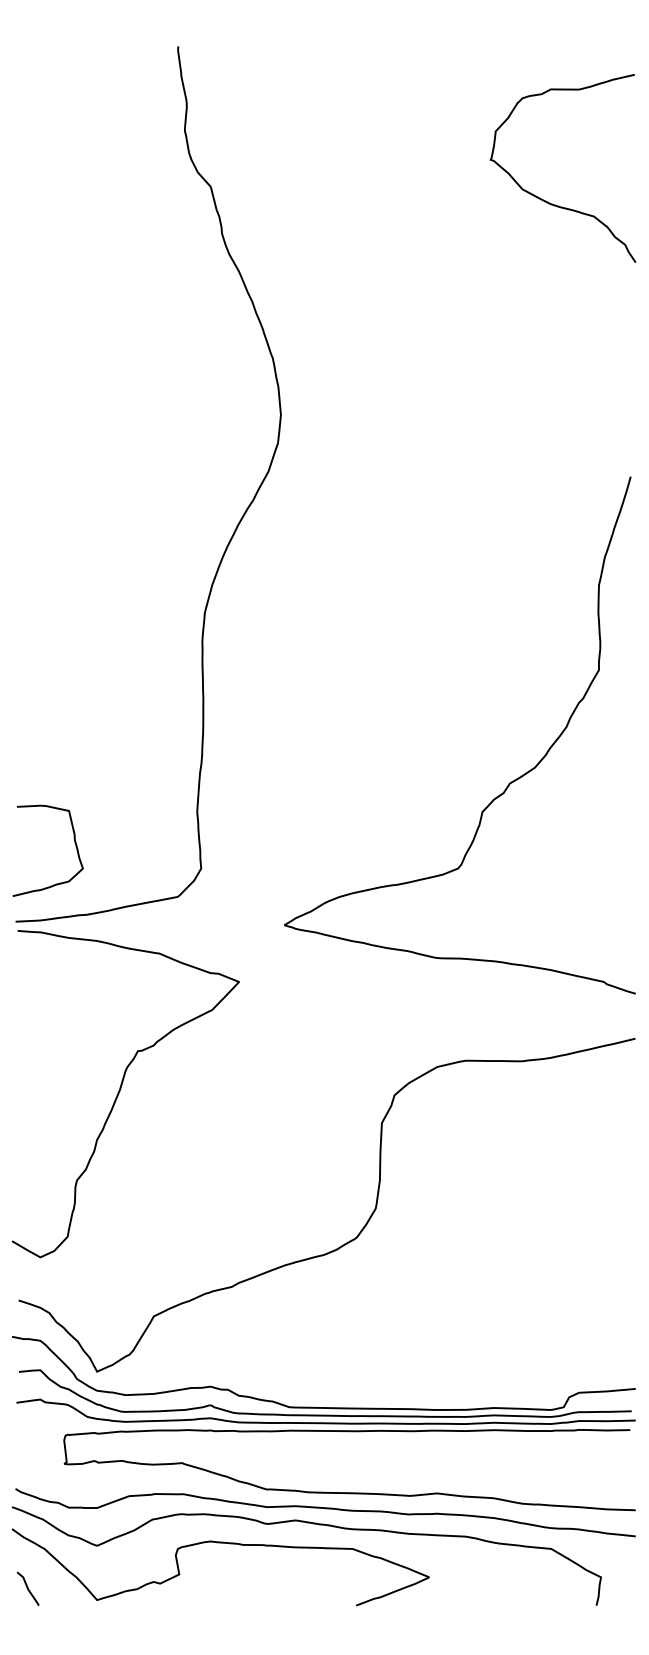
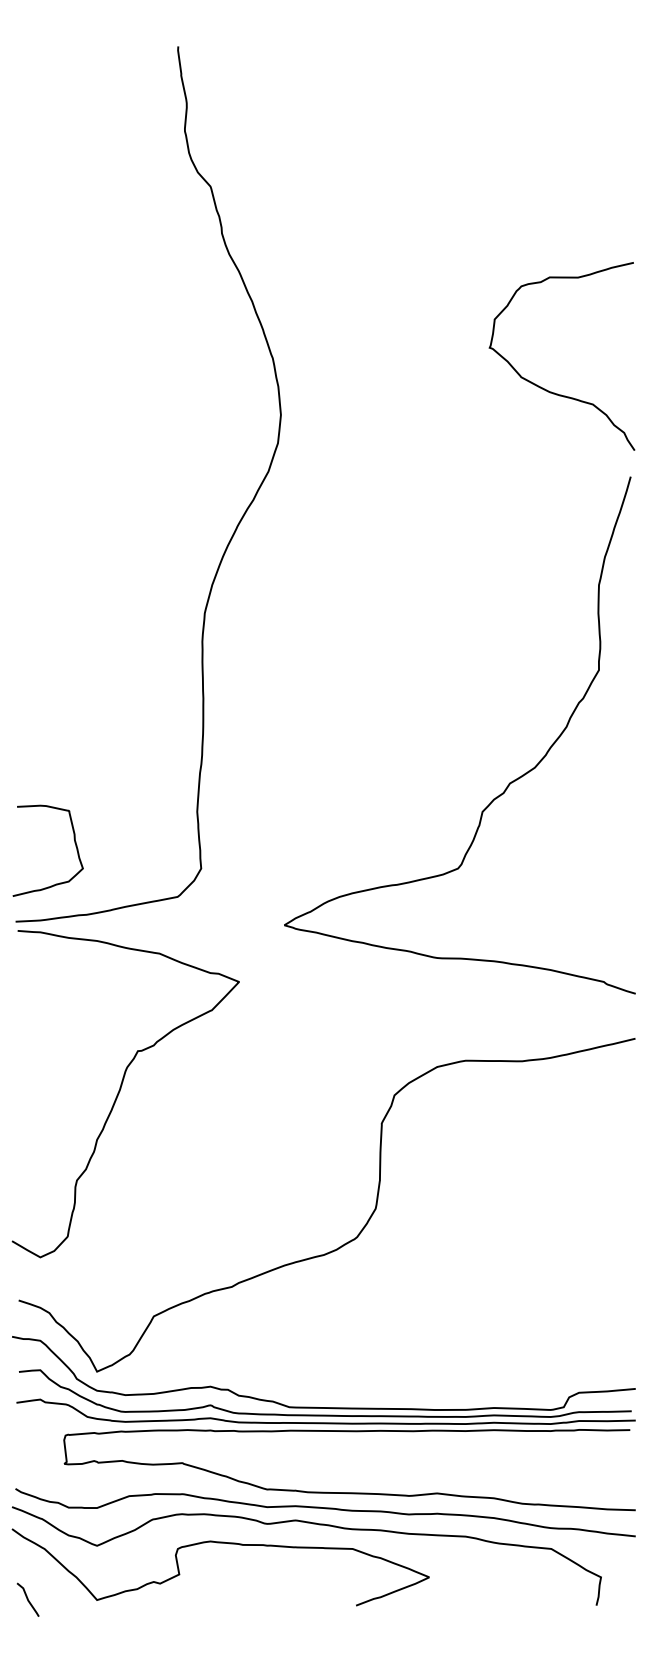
curve at (545, 200) position: (545, 200) -> (544, 388)
line at (27, 1588) position: (27, 1588) -> (27, 1599)
